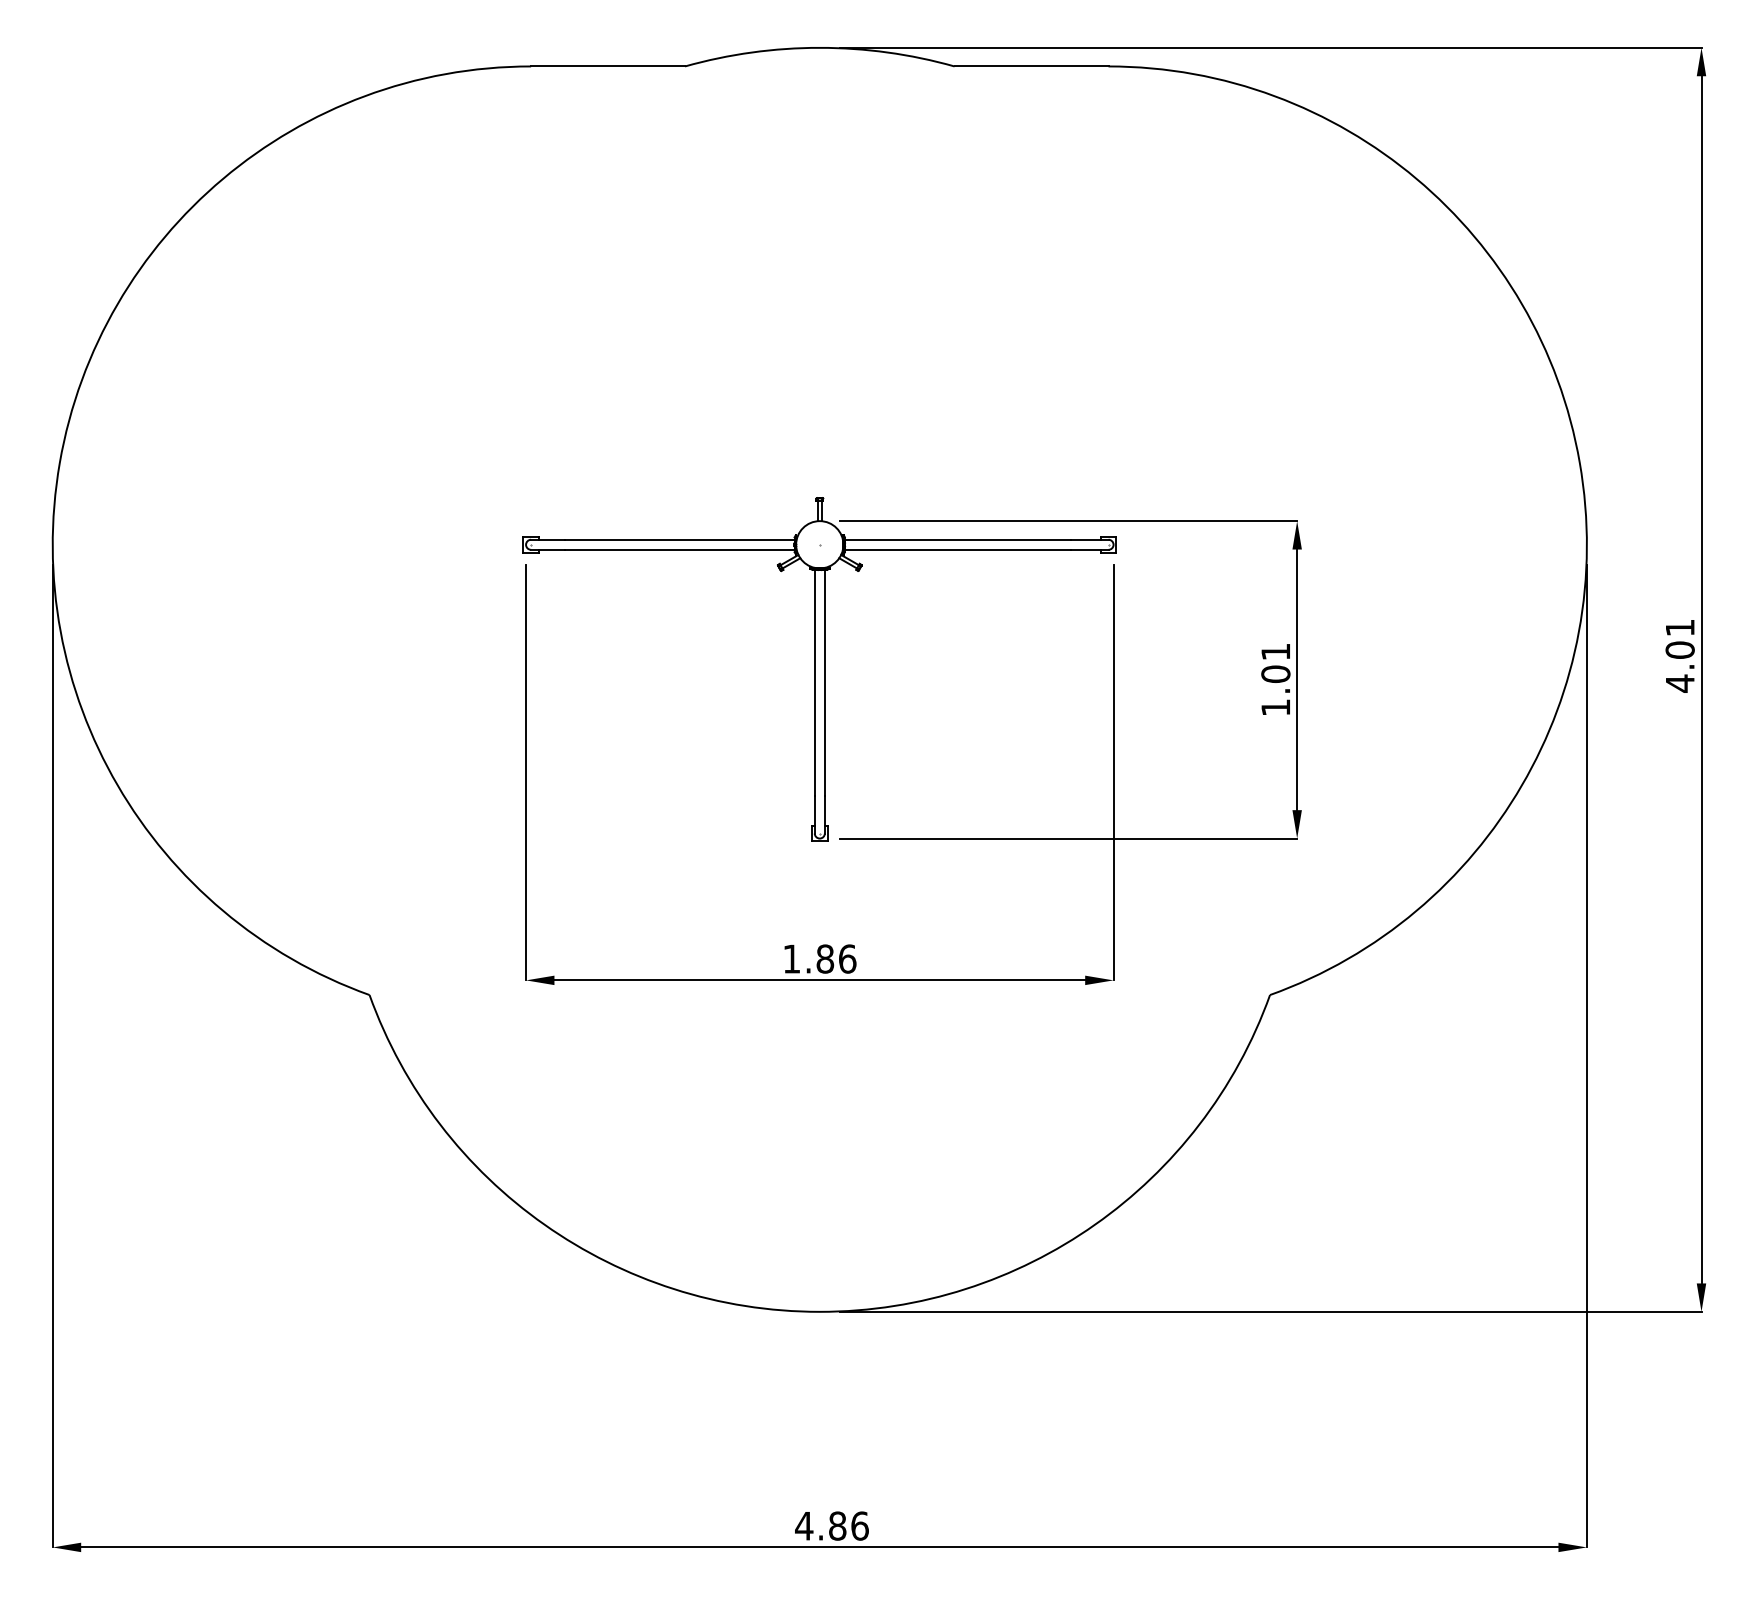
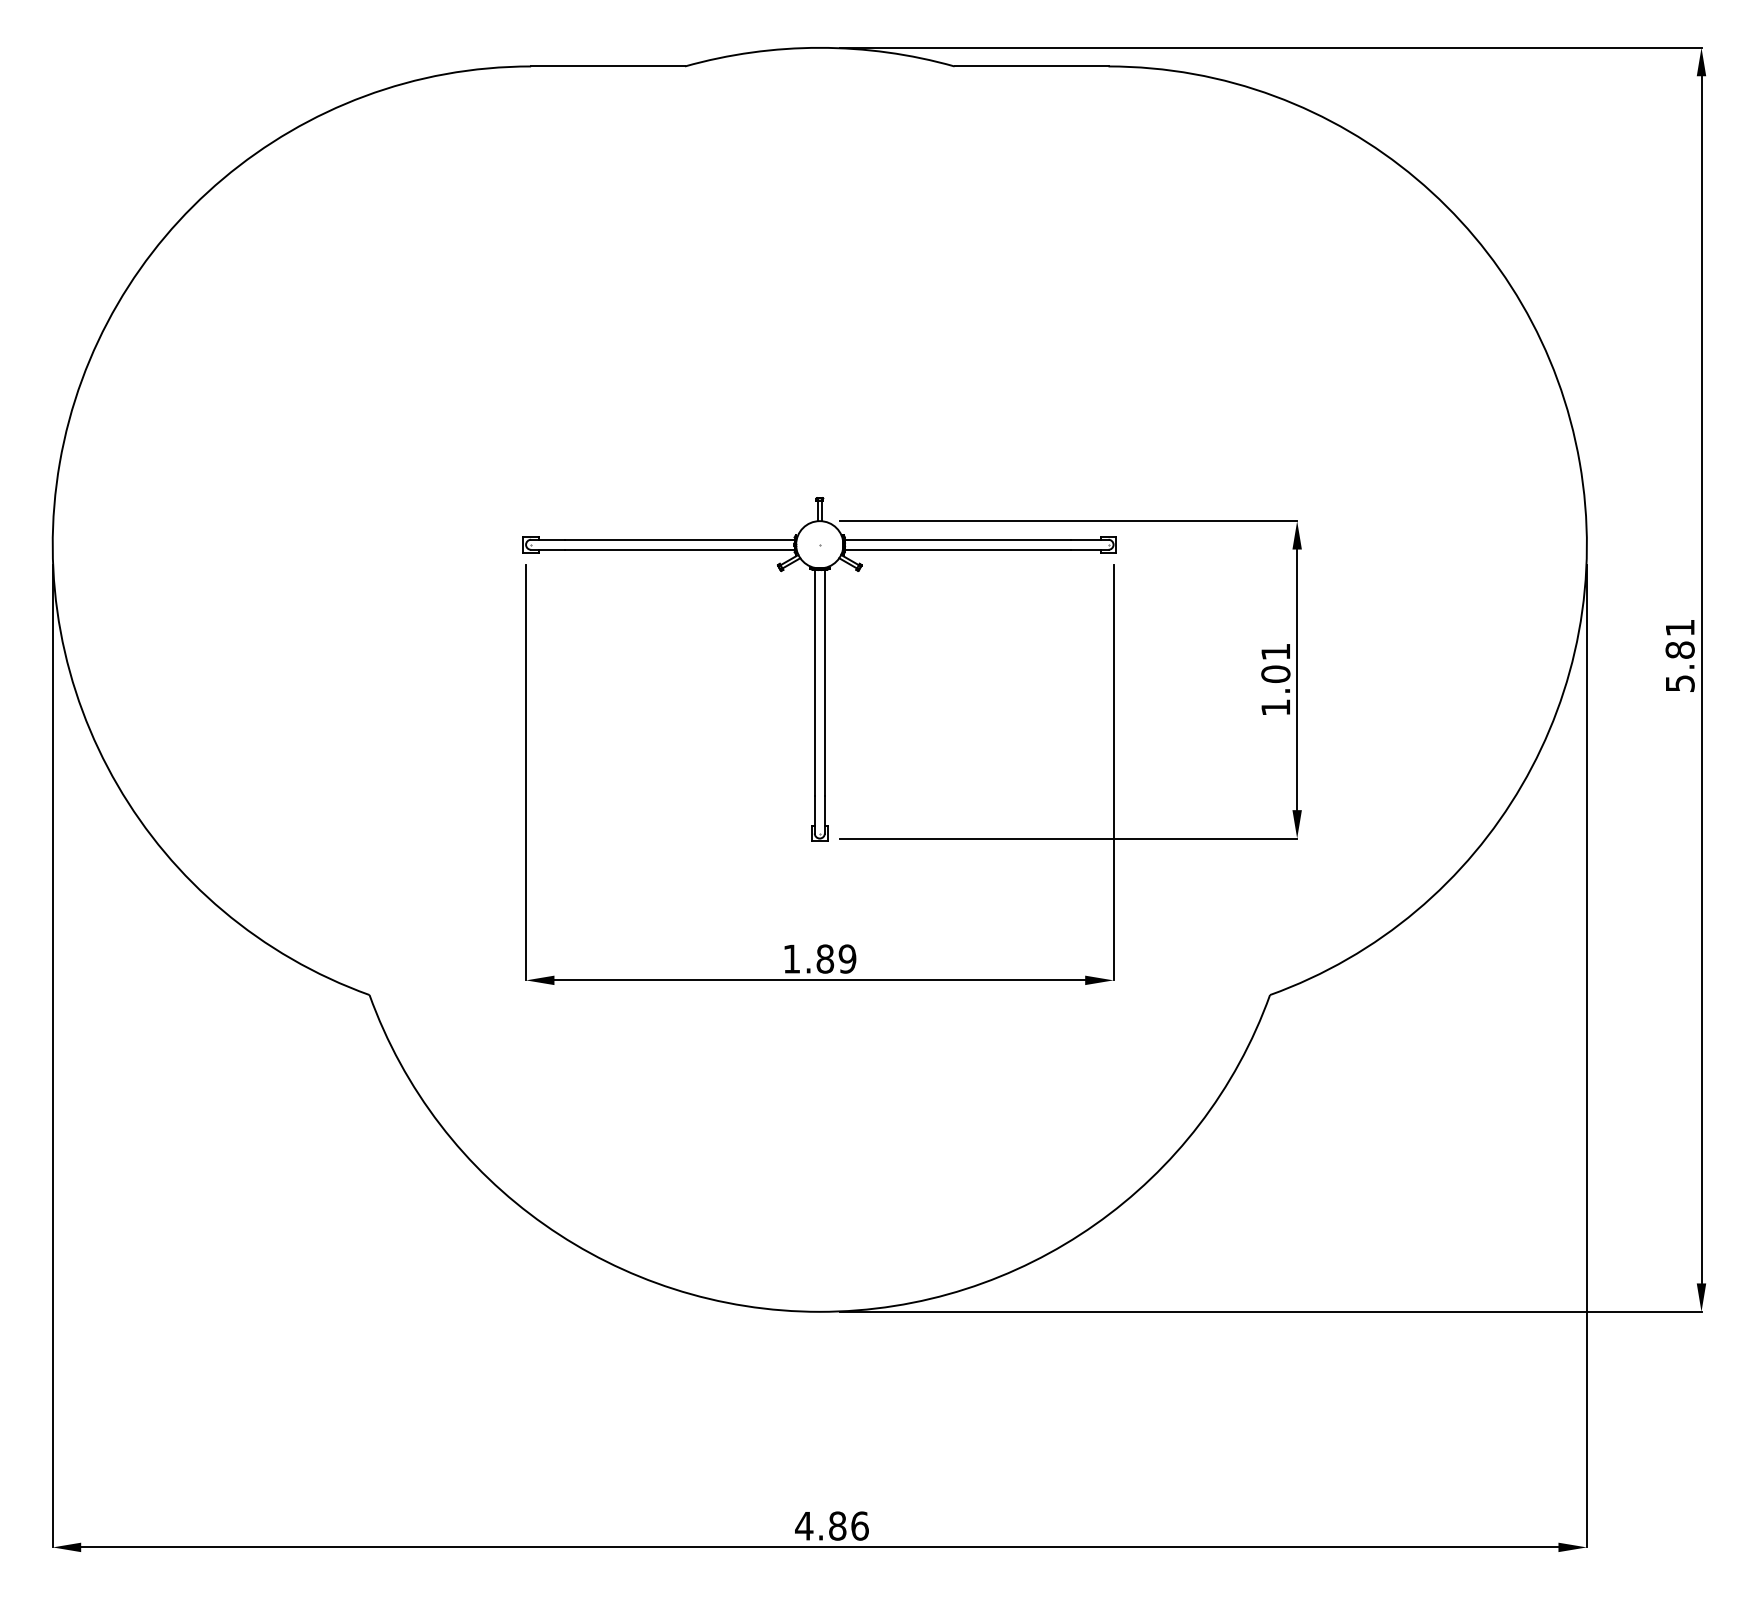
text at (1680, 666): 4.01 -> 5.81
text at (847, 958): 1.86 -> 1.89
